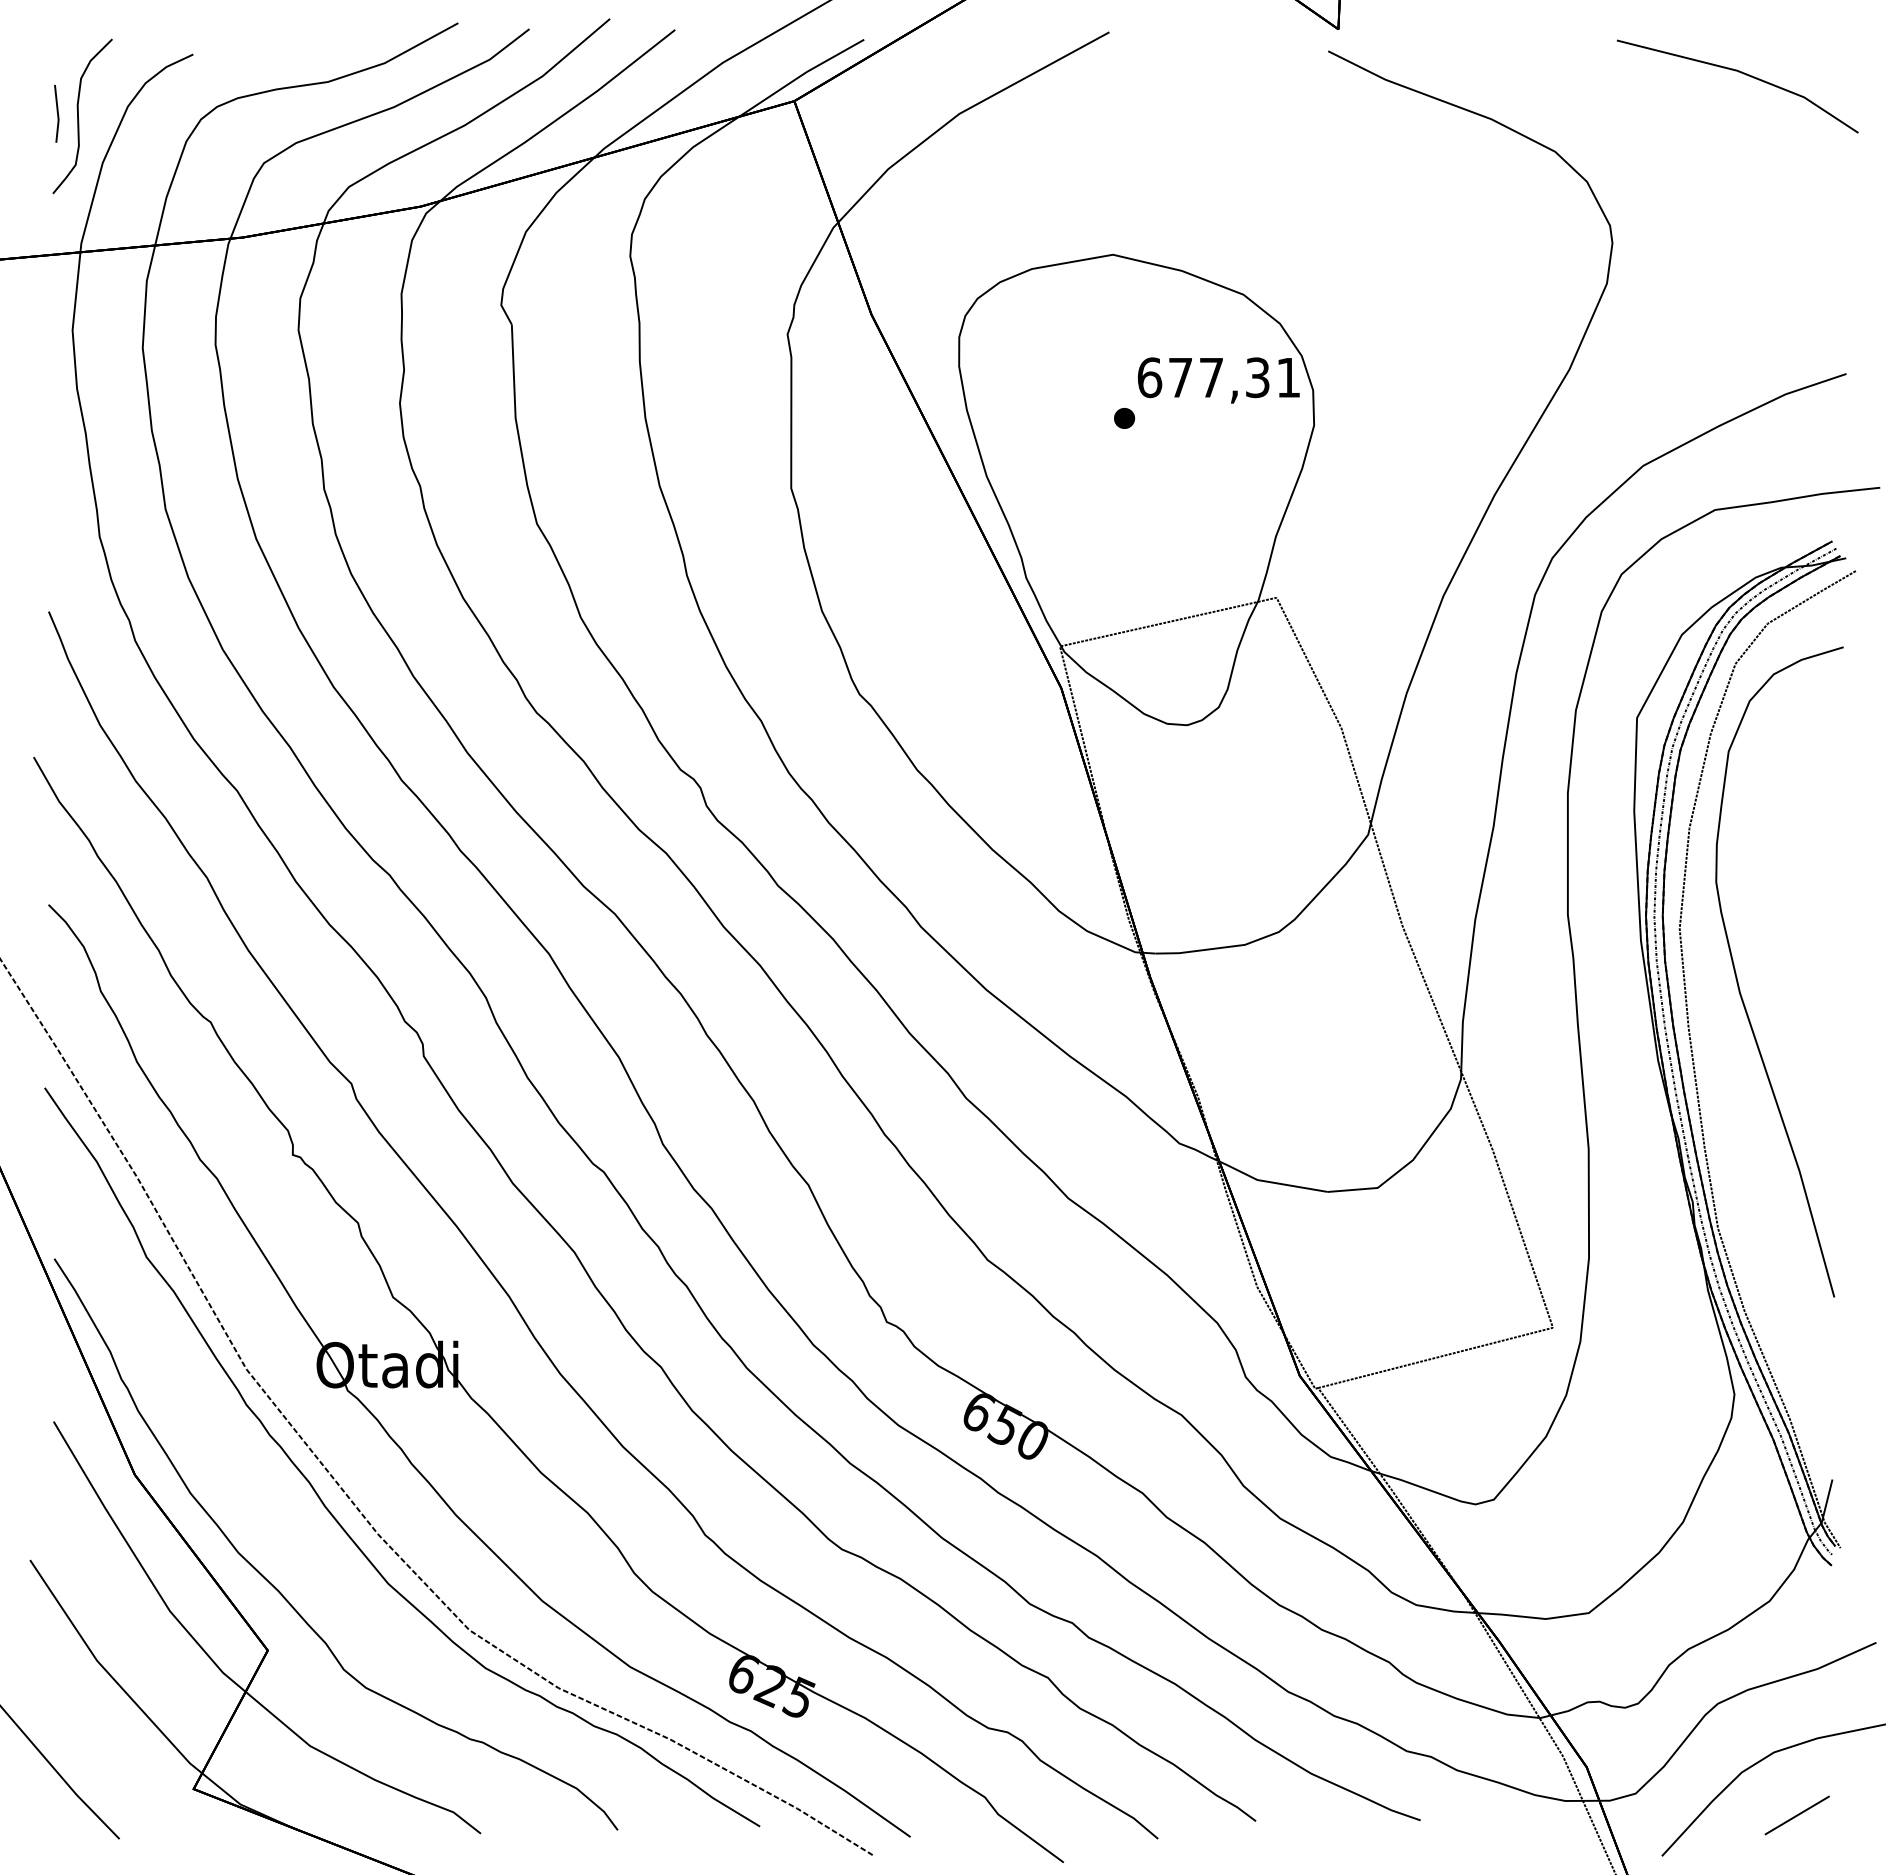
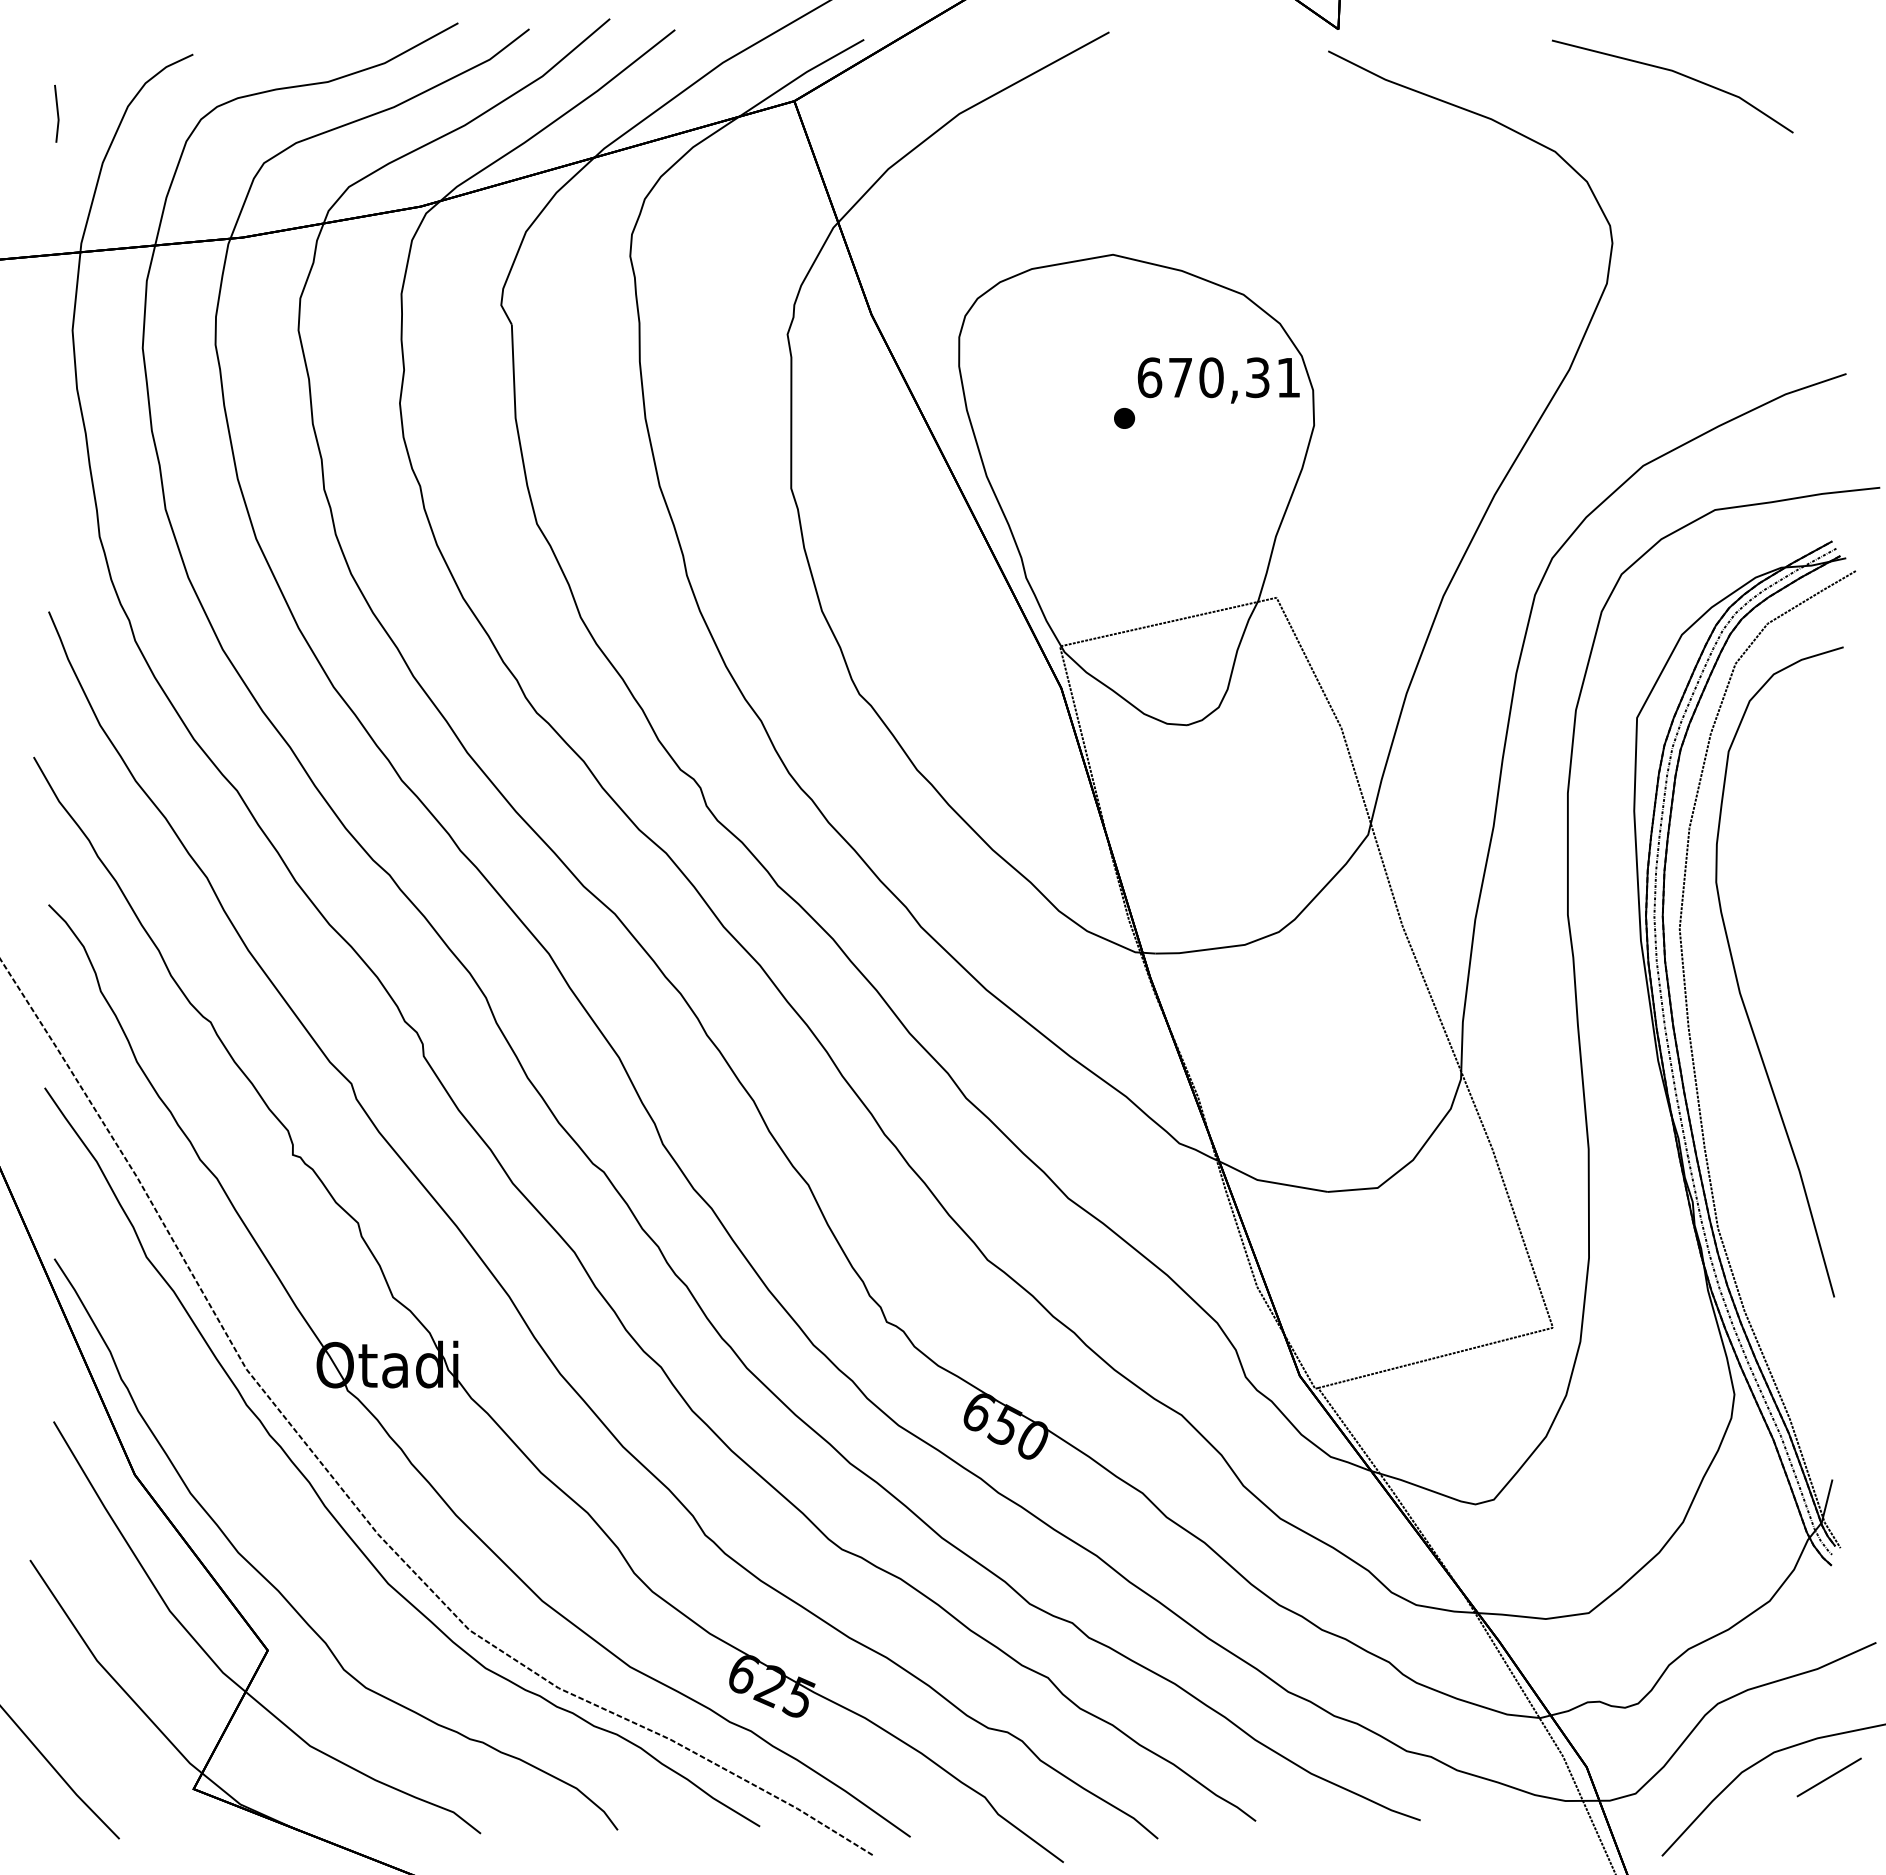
line at (1743, 74) position: (1743, 74) -> (1678, 74)
curve at (78, 116): present -> none
text at (1211, 377): 677,31 -> 670,31
line at (1796, 1815) position: (1796, 1815) -> (1828, 1777)
